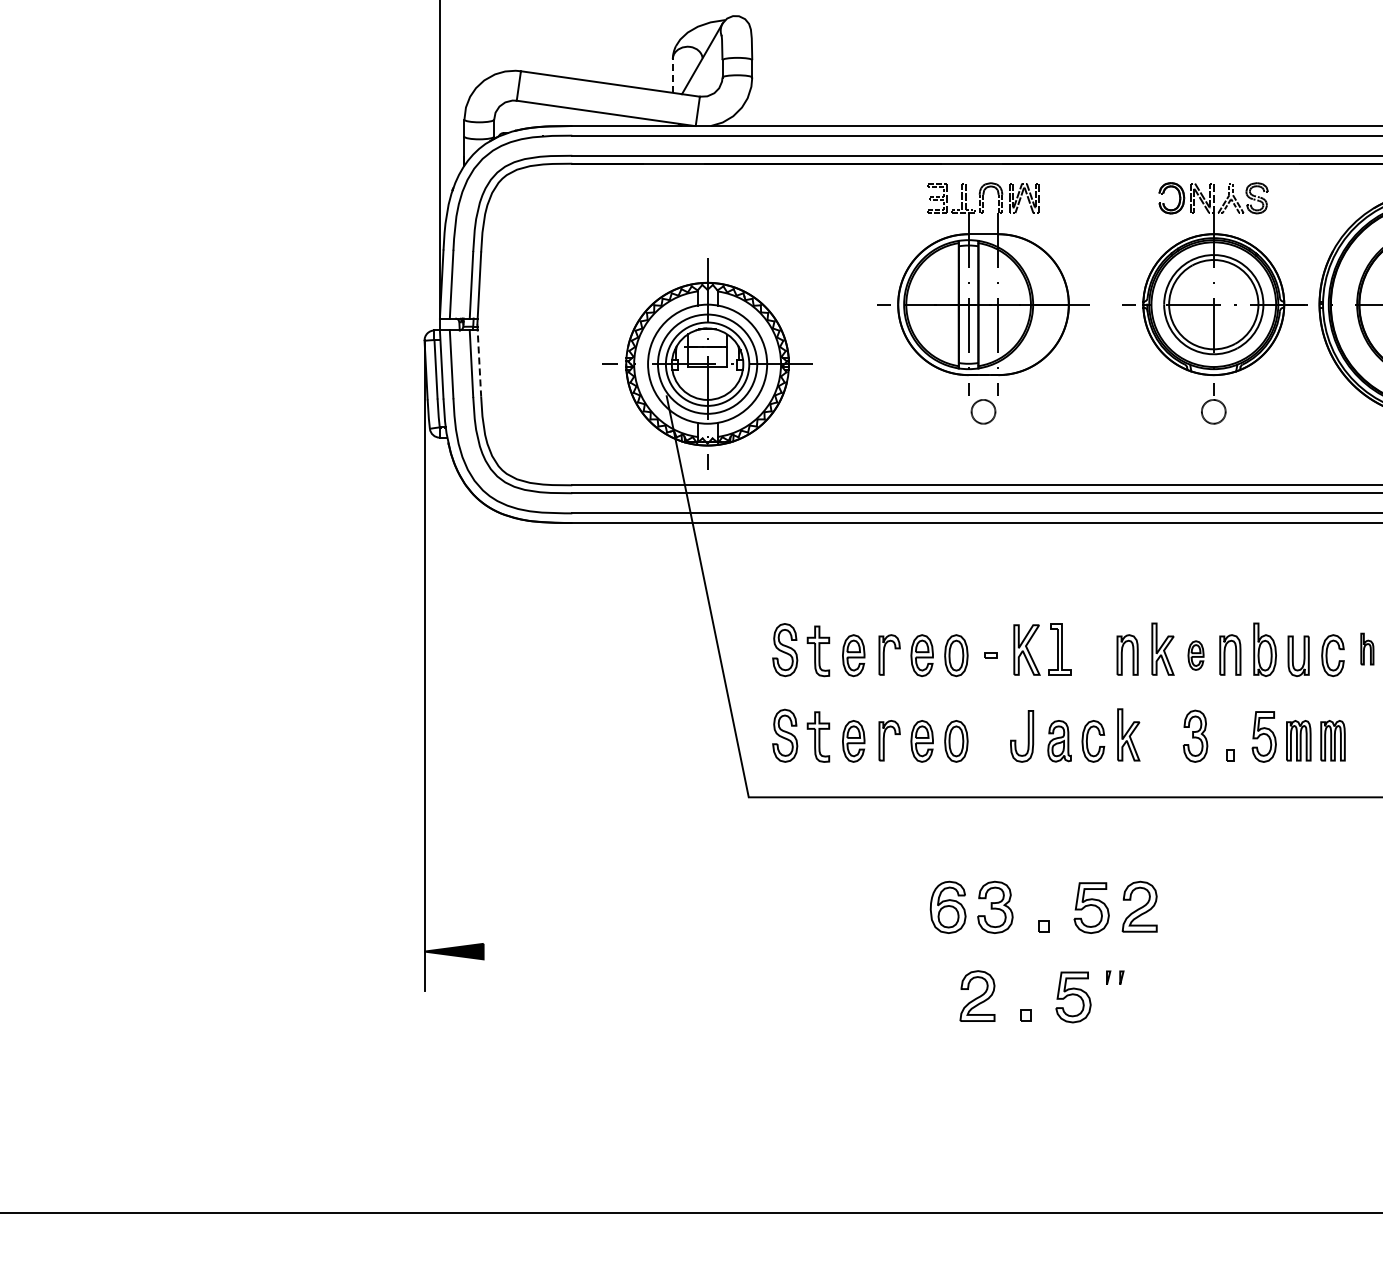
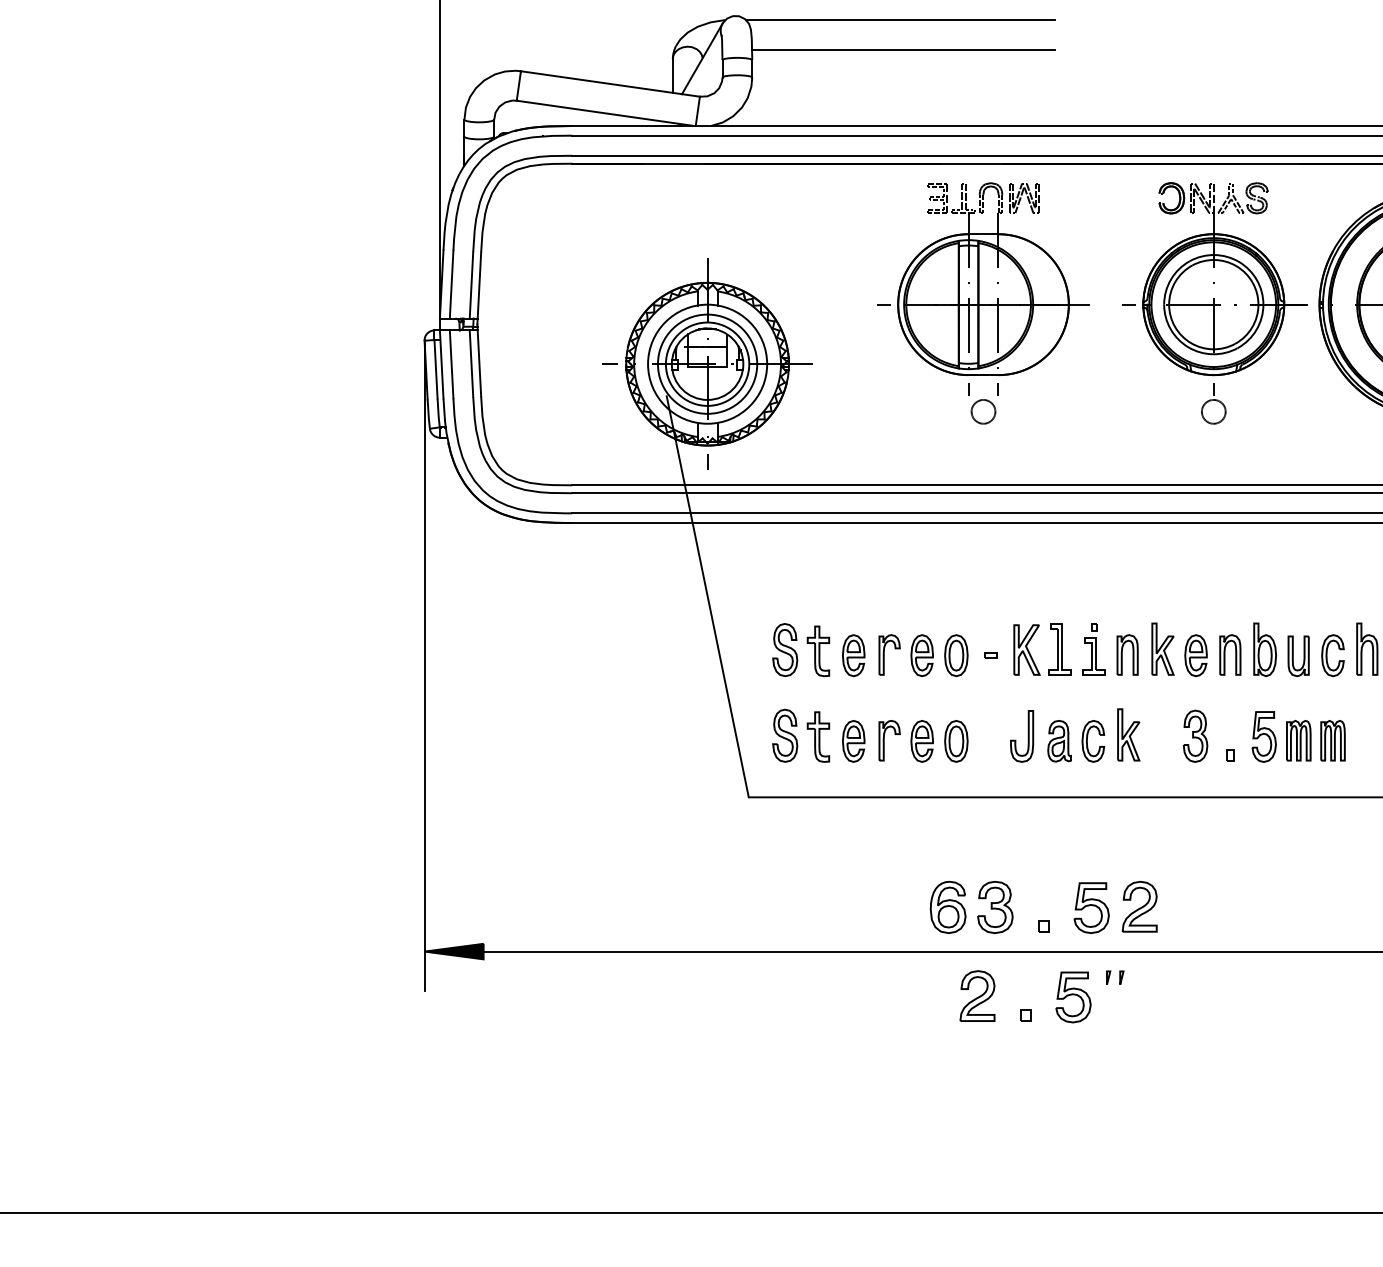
line at (899, 19): none -> present
line at (903, 49): none -> present
line at (672, 76): dashed -> solid
line at (479, 361): dashed -> solid
part at (1367, 648) size: 15x34 px -> 23x54 px
part at (1093, 649): none -> present
part at (1195, 655) size: 18x31 px -> 24x43 px
line at (931, 951): none -> present
